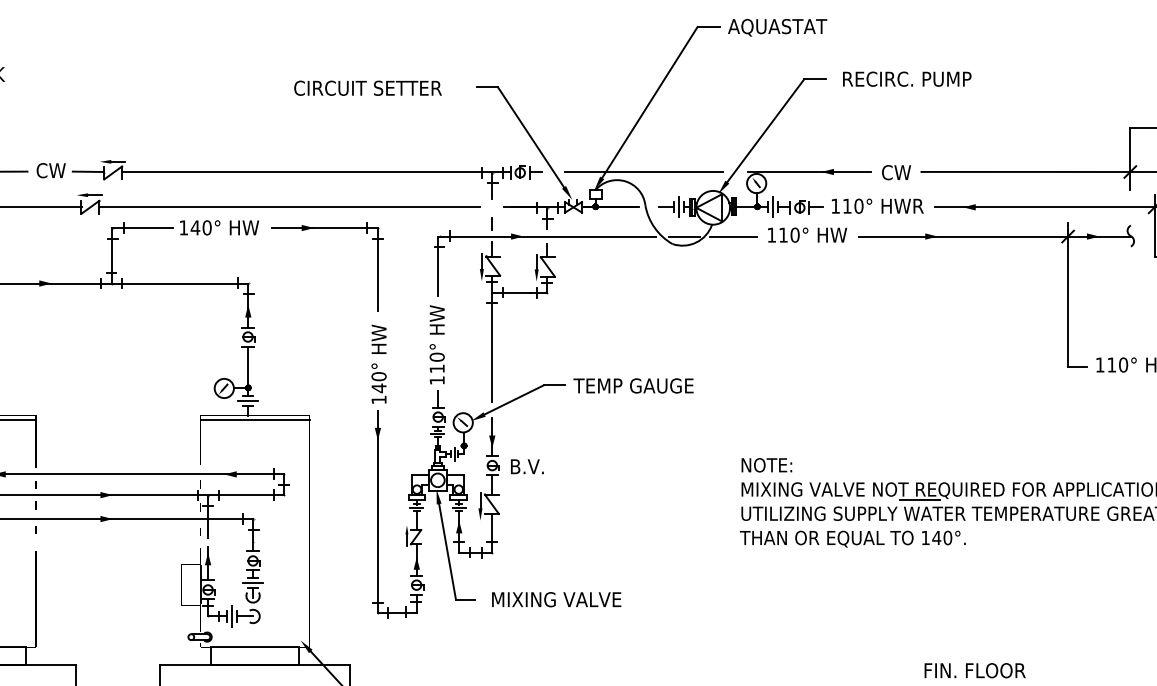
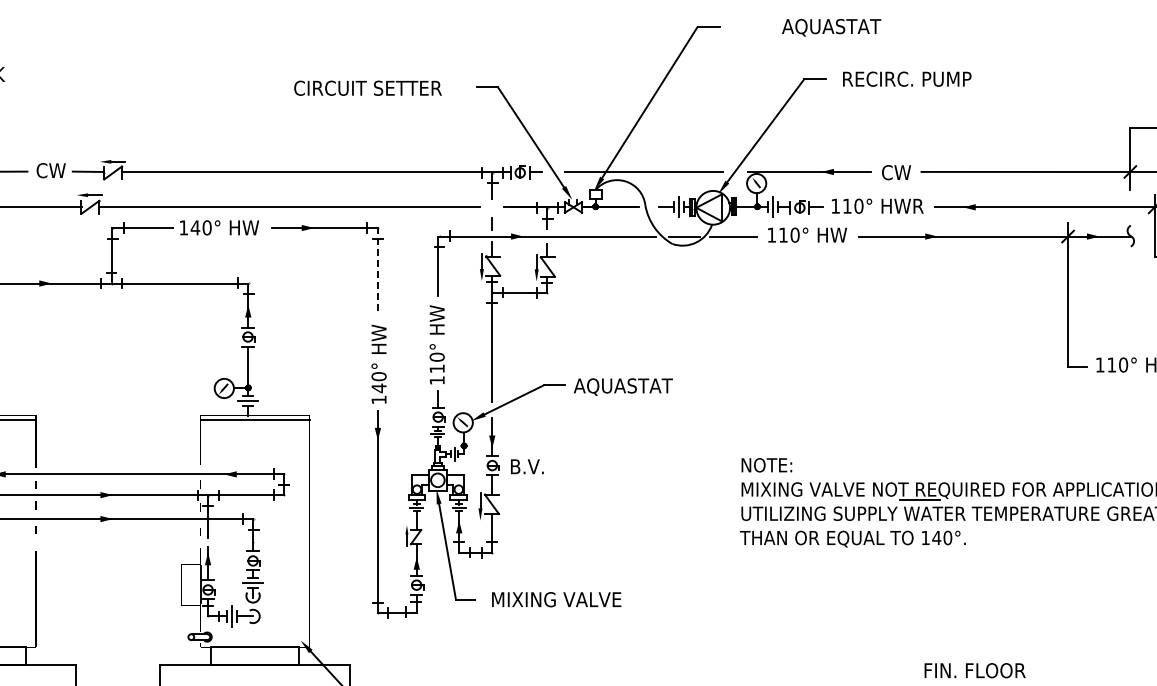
text at (777, 27) position: (777, 27) -> (831, 27)
line at (377, 269): solid -> dashed
text at (633, 386): TEMP GAUGE -> AQUASTAT
